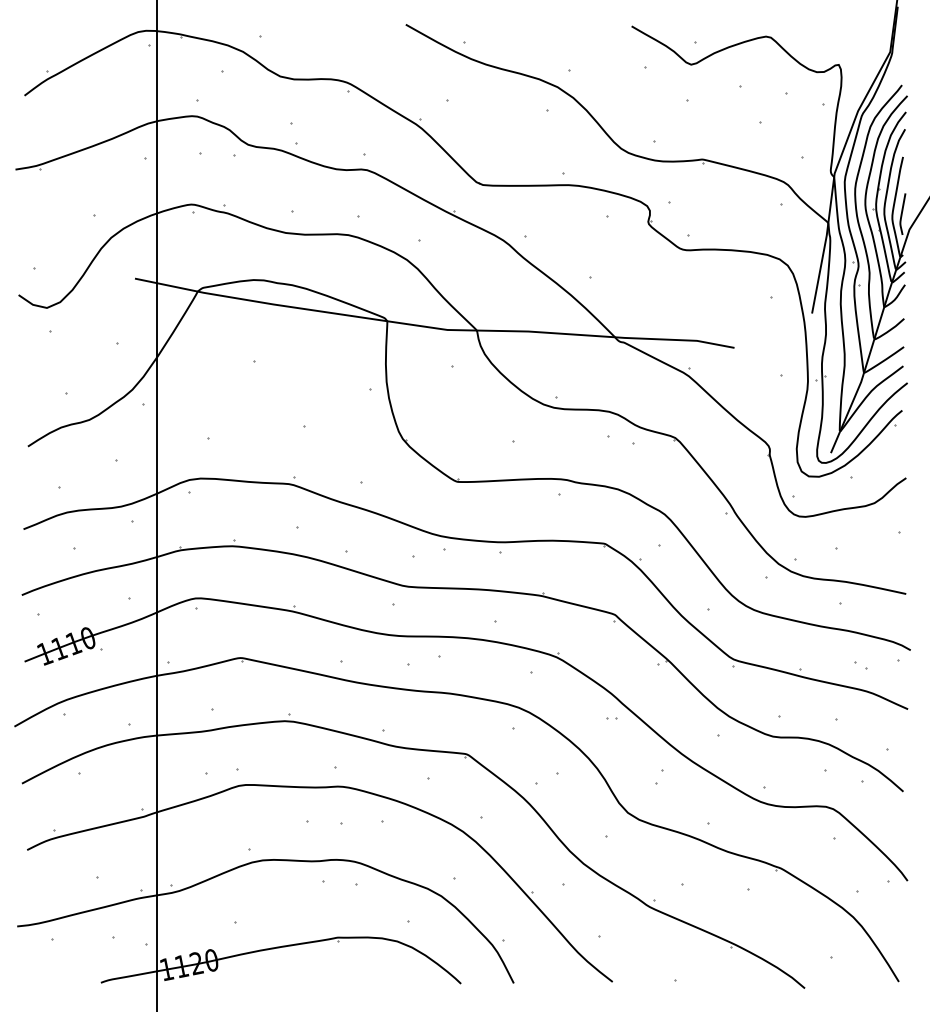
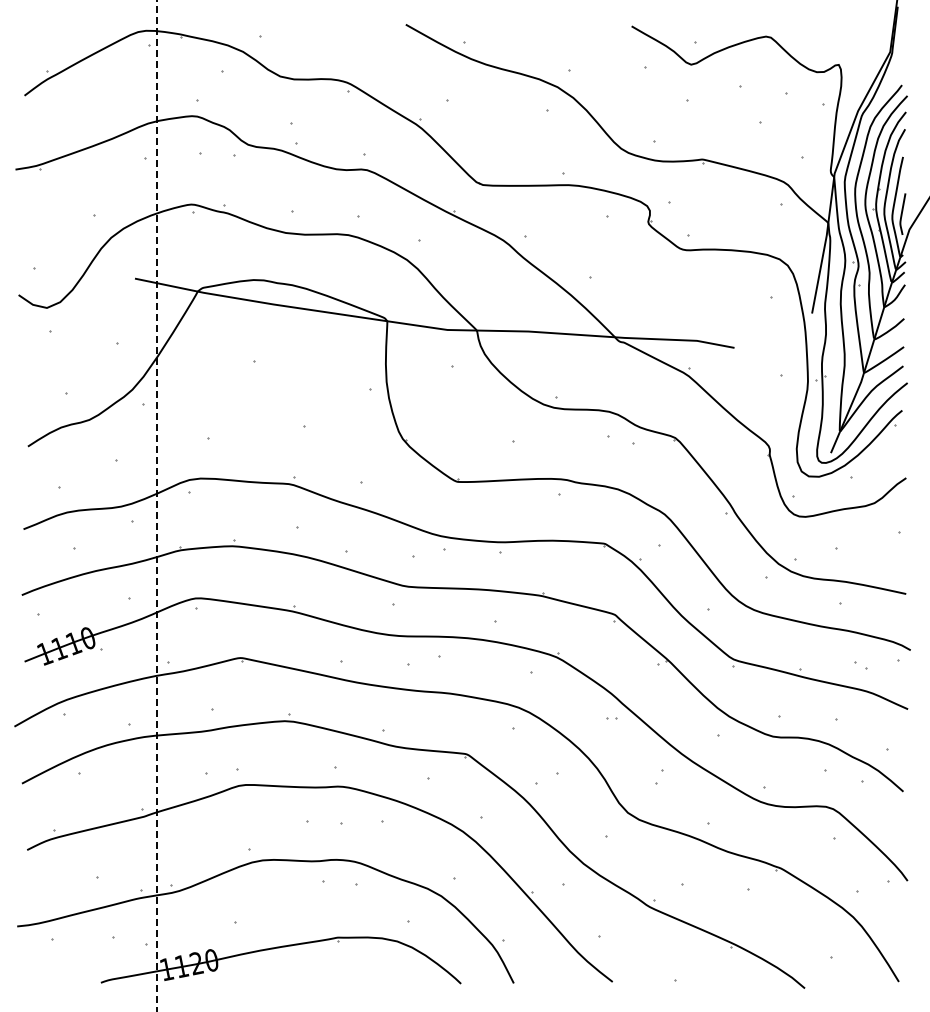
line at (157, 505): solid -> dashed
